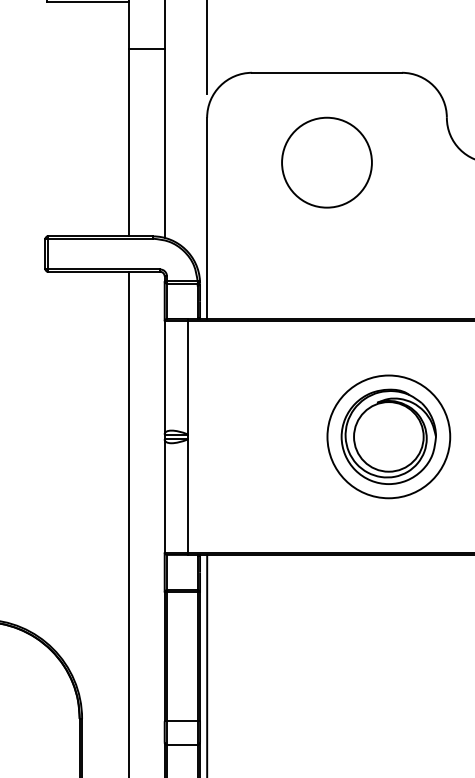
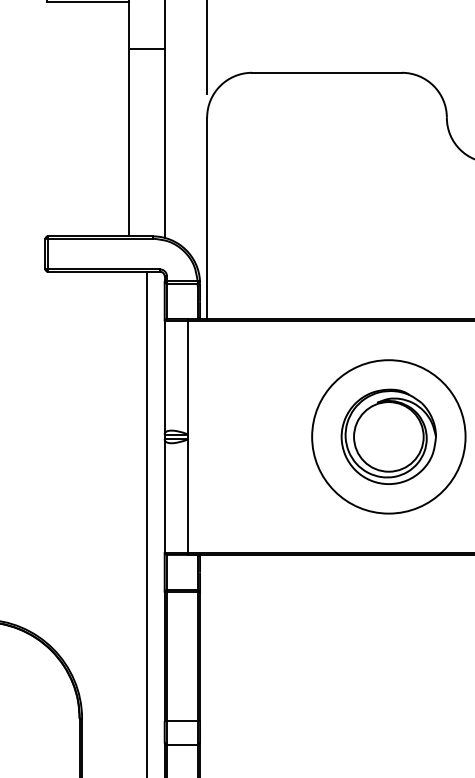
circle at (326, 162): present -> none
circle at (388, 436) diameter: 123 px -> 153 px
line at (129, 522) position: (129, 522) -> (147, 522)
line at (207, 664): present -> none
